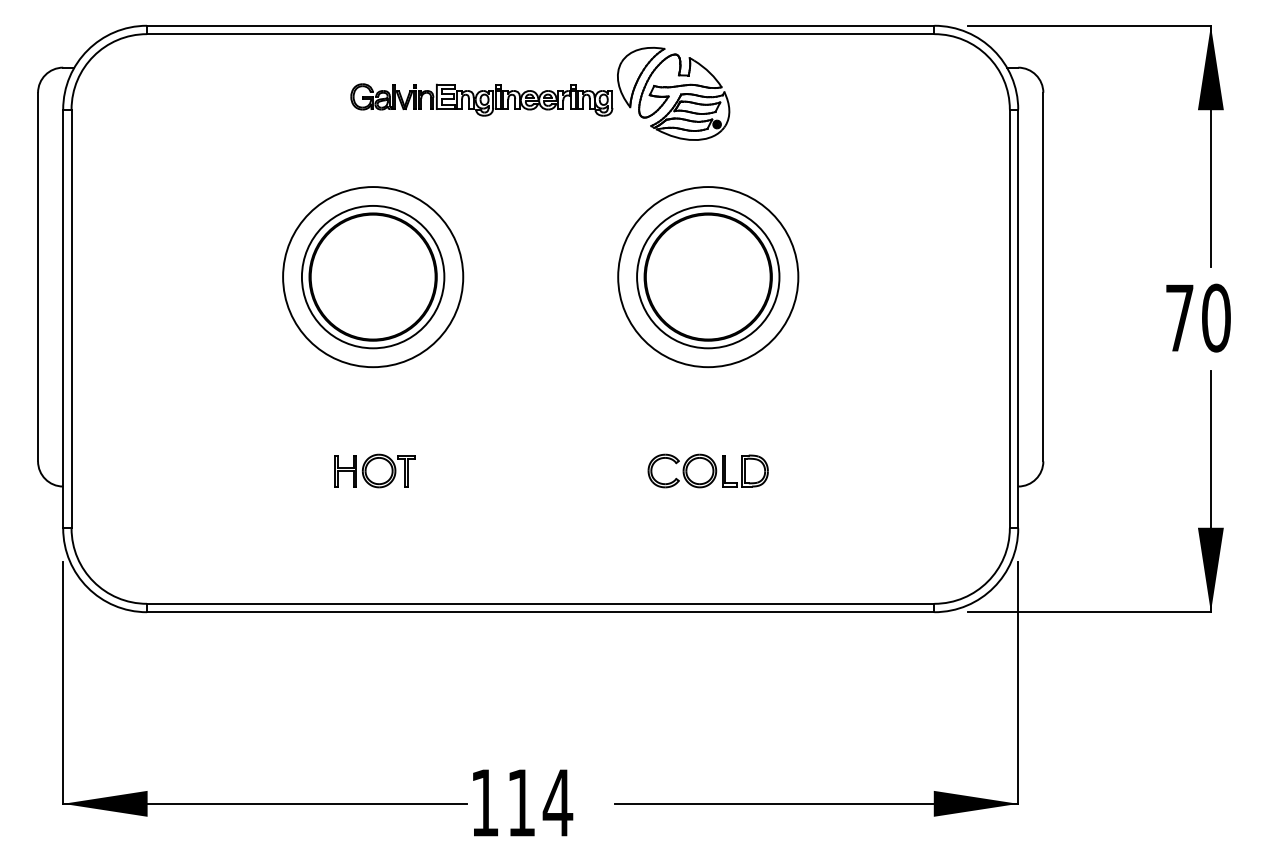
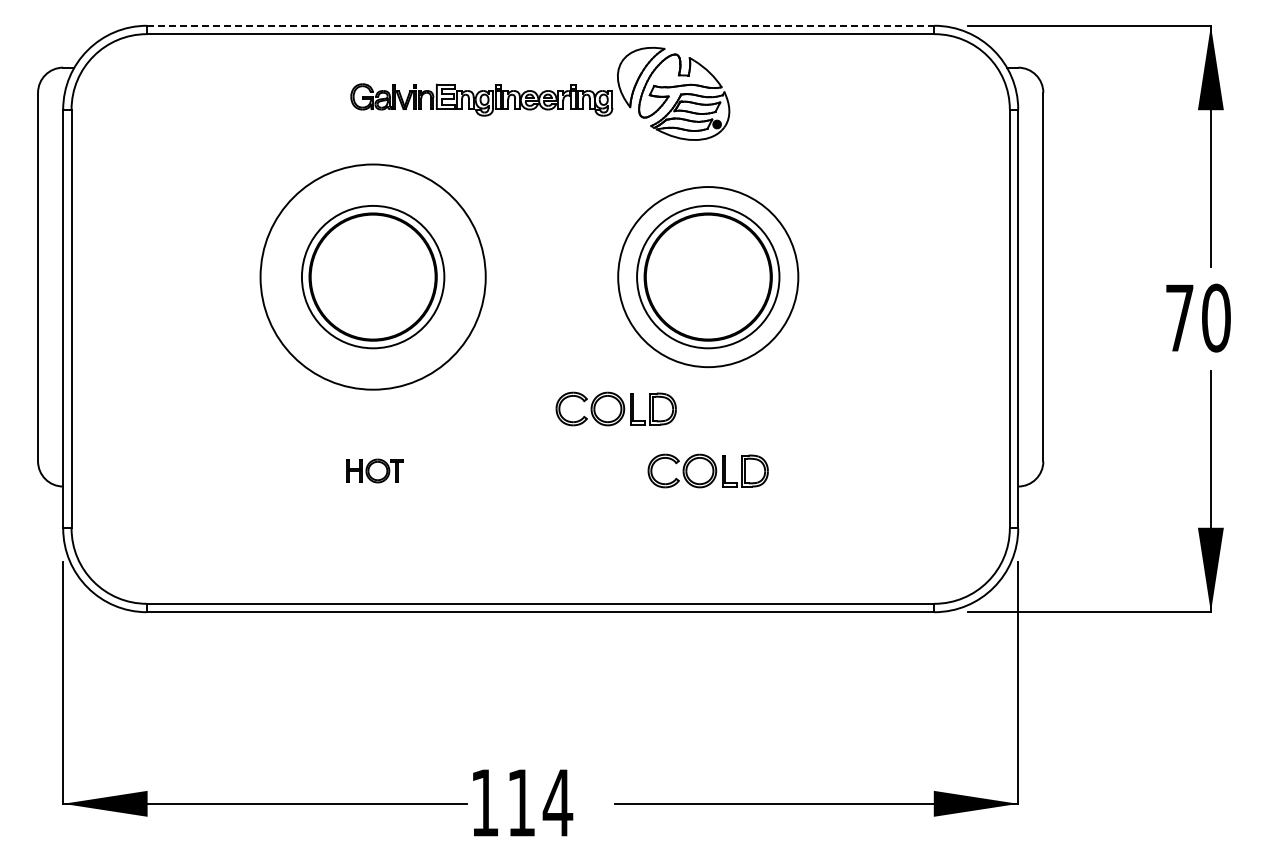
line at (540, 25): solid -> dashed
circle at (373, 277) diameter: 180 px -> 225 px
part at (615, 408): none -> present
part at (374, 470) size: 82x36 px -> 58x26 px
